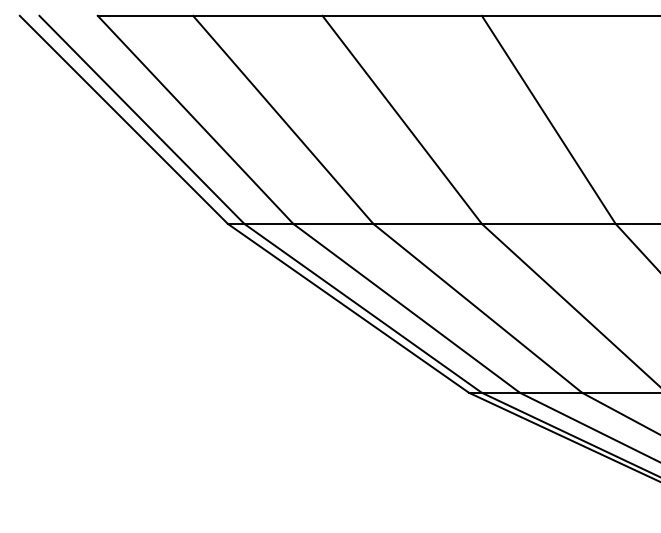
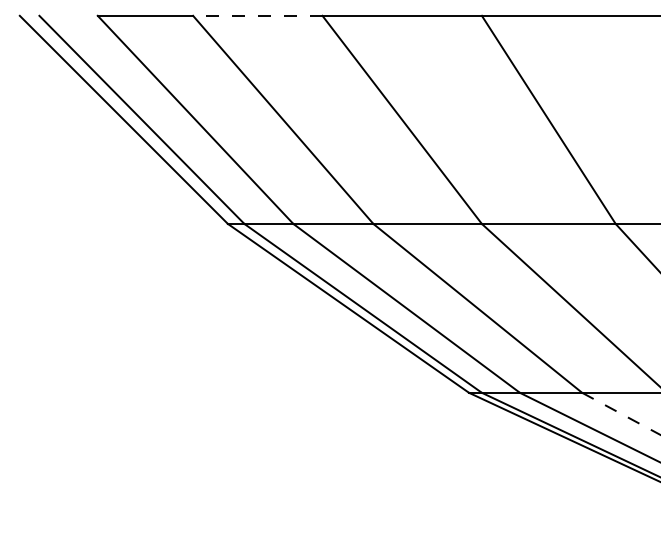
line at (257, 15): solid -> dashed
line at (621, 414): solid -> dashed
